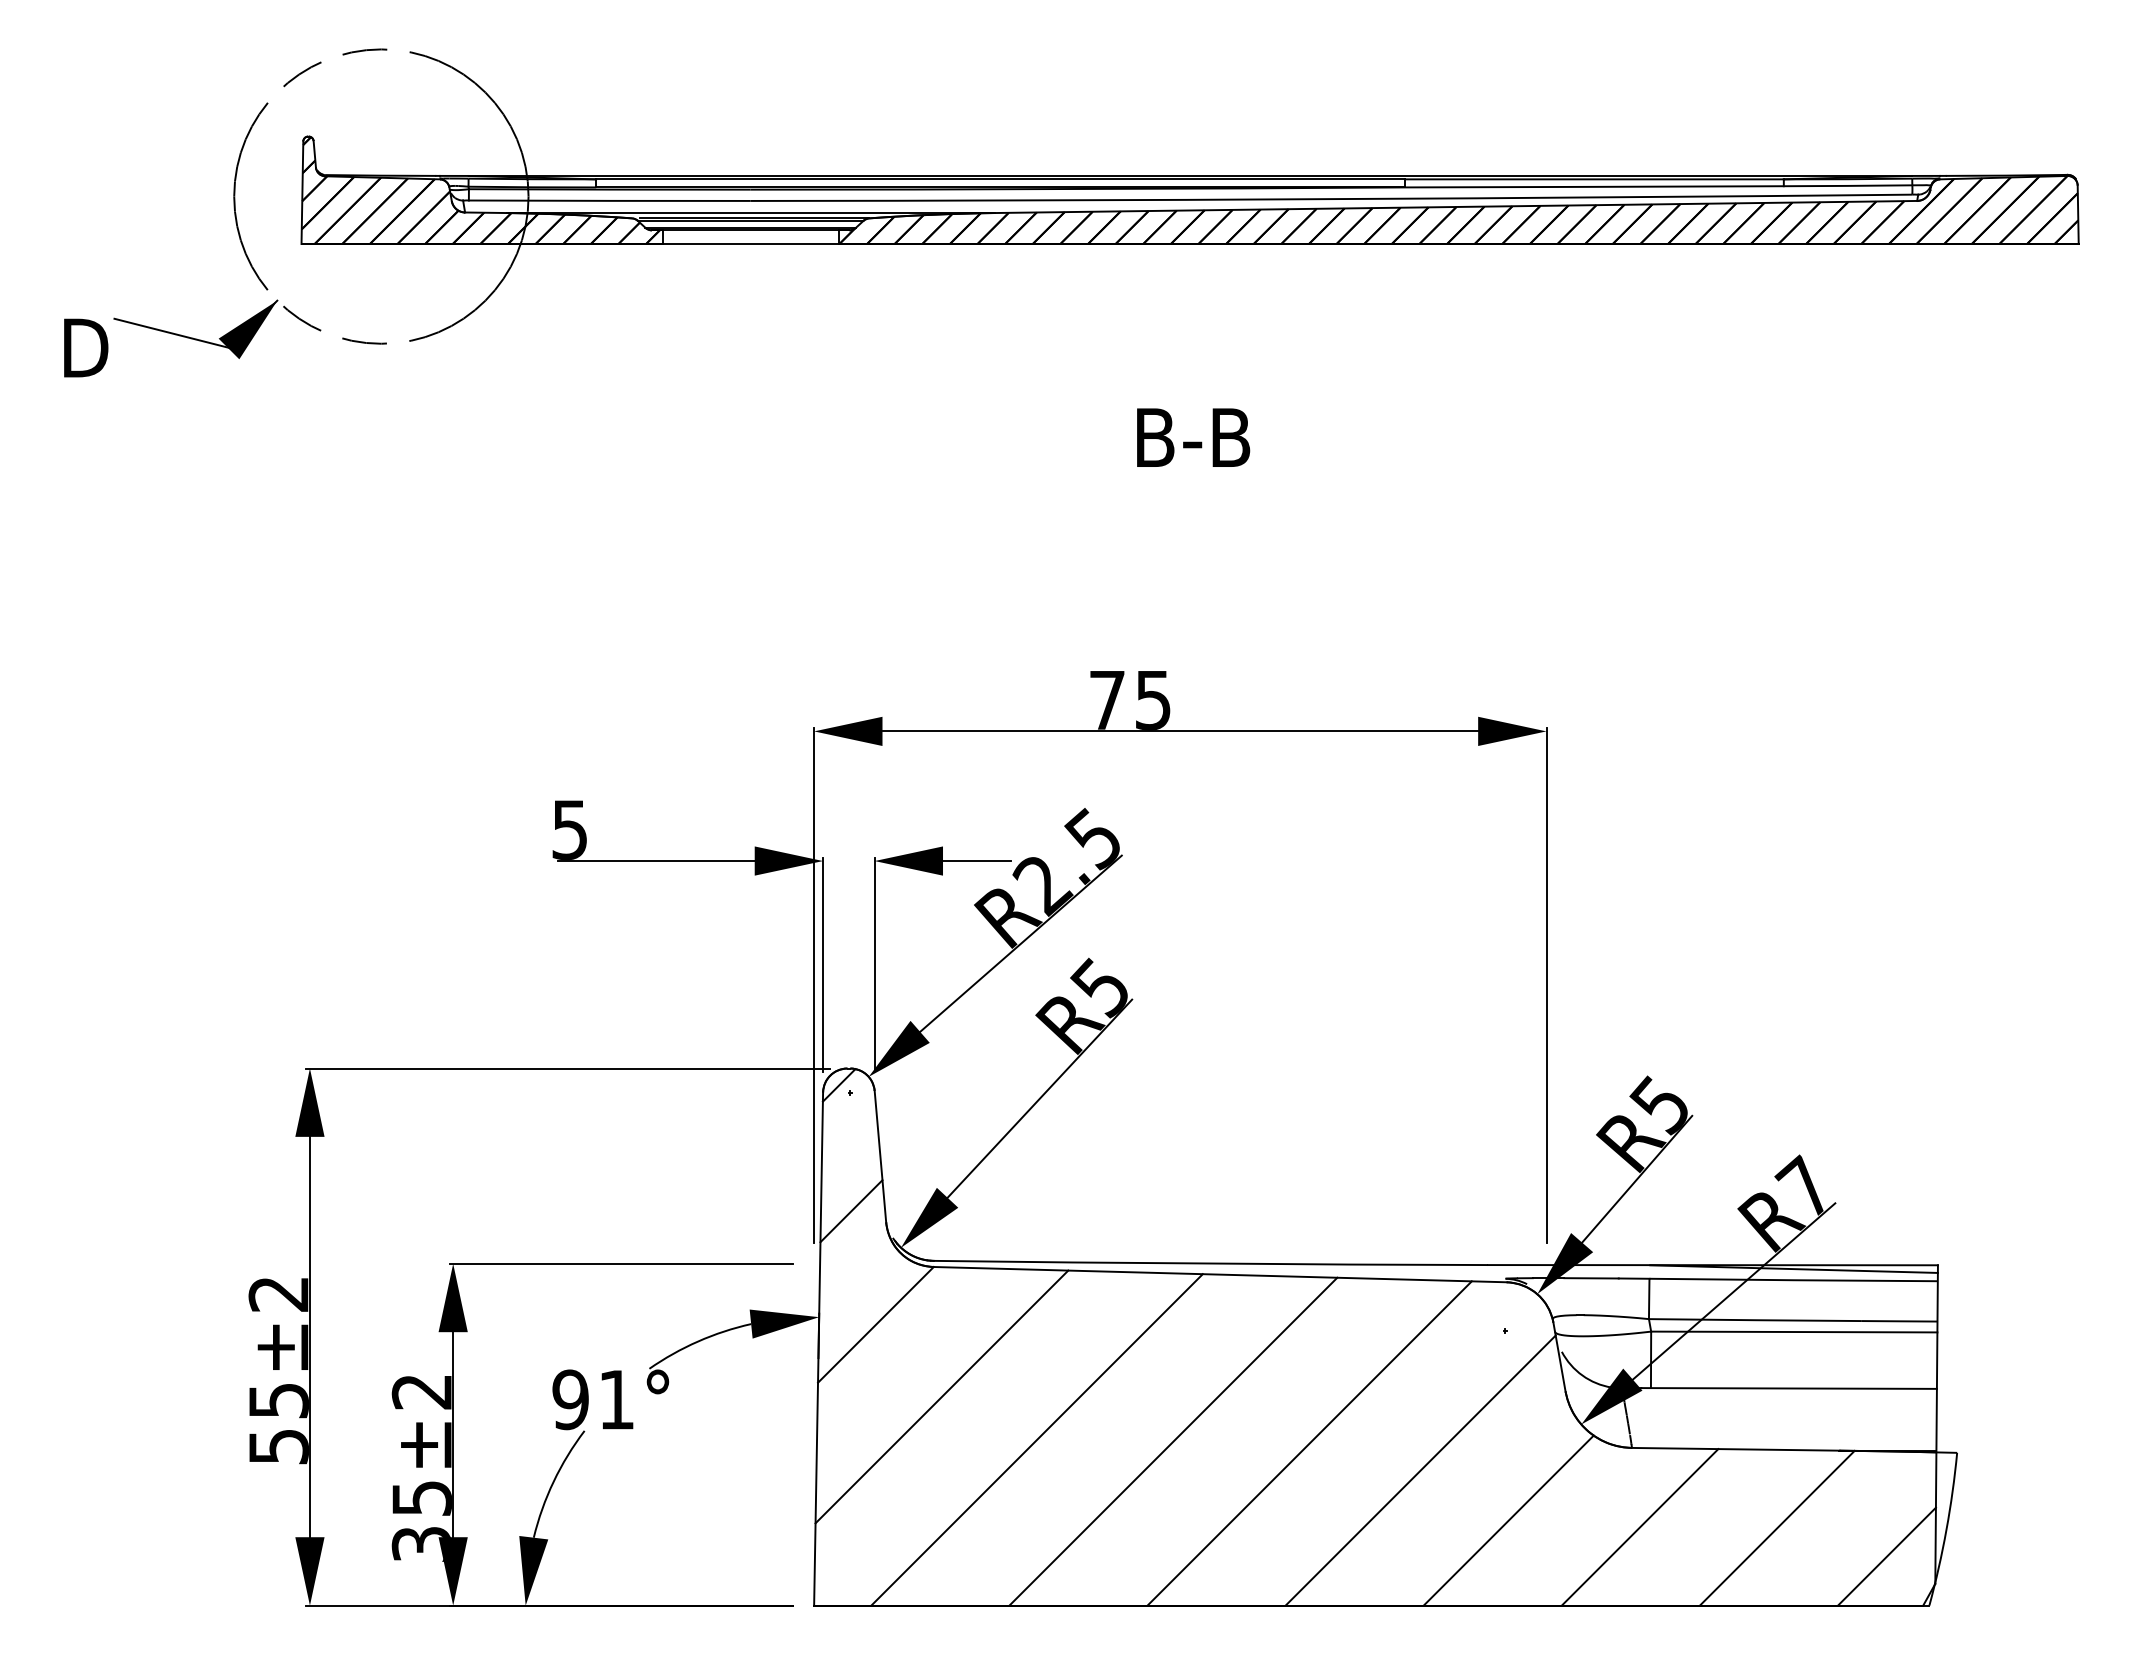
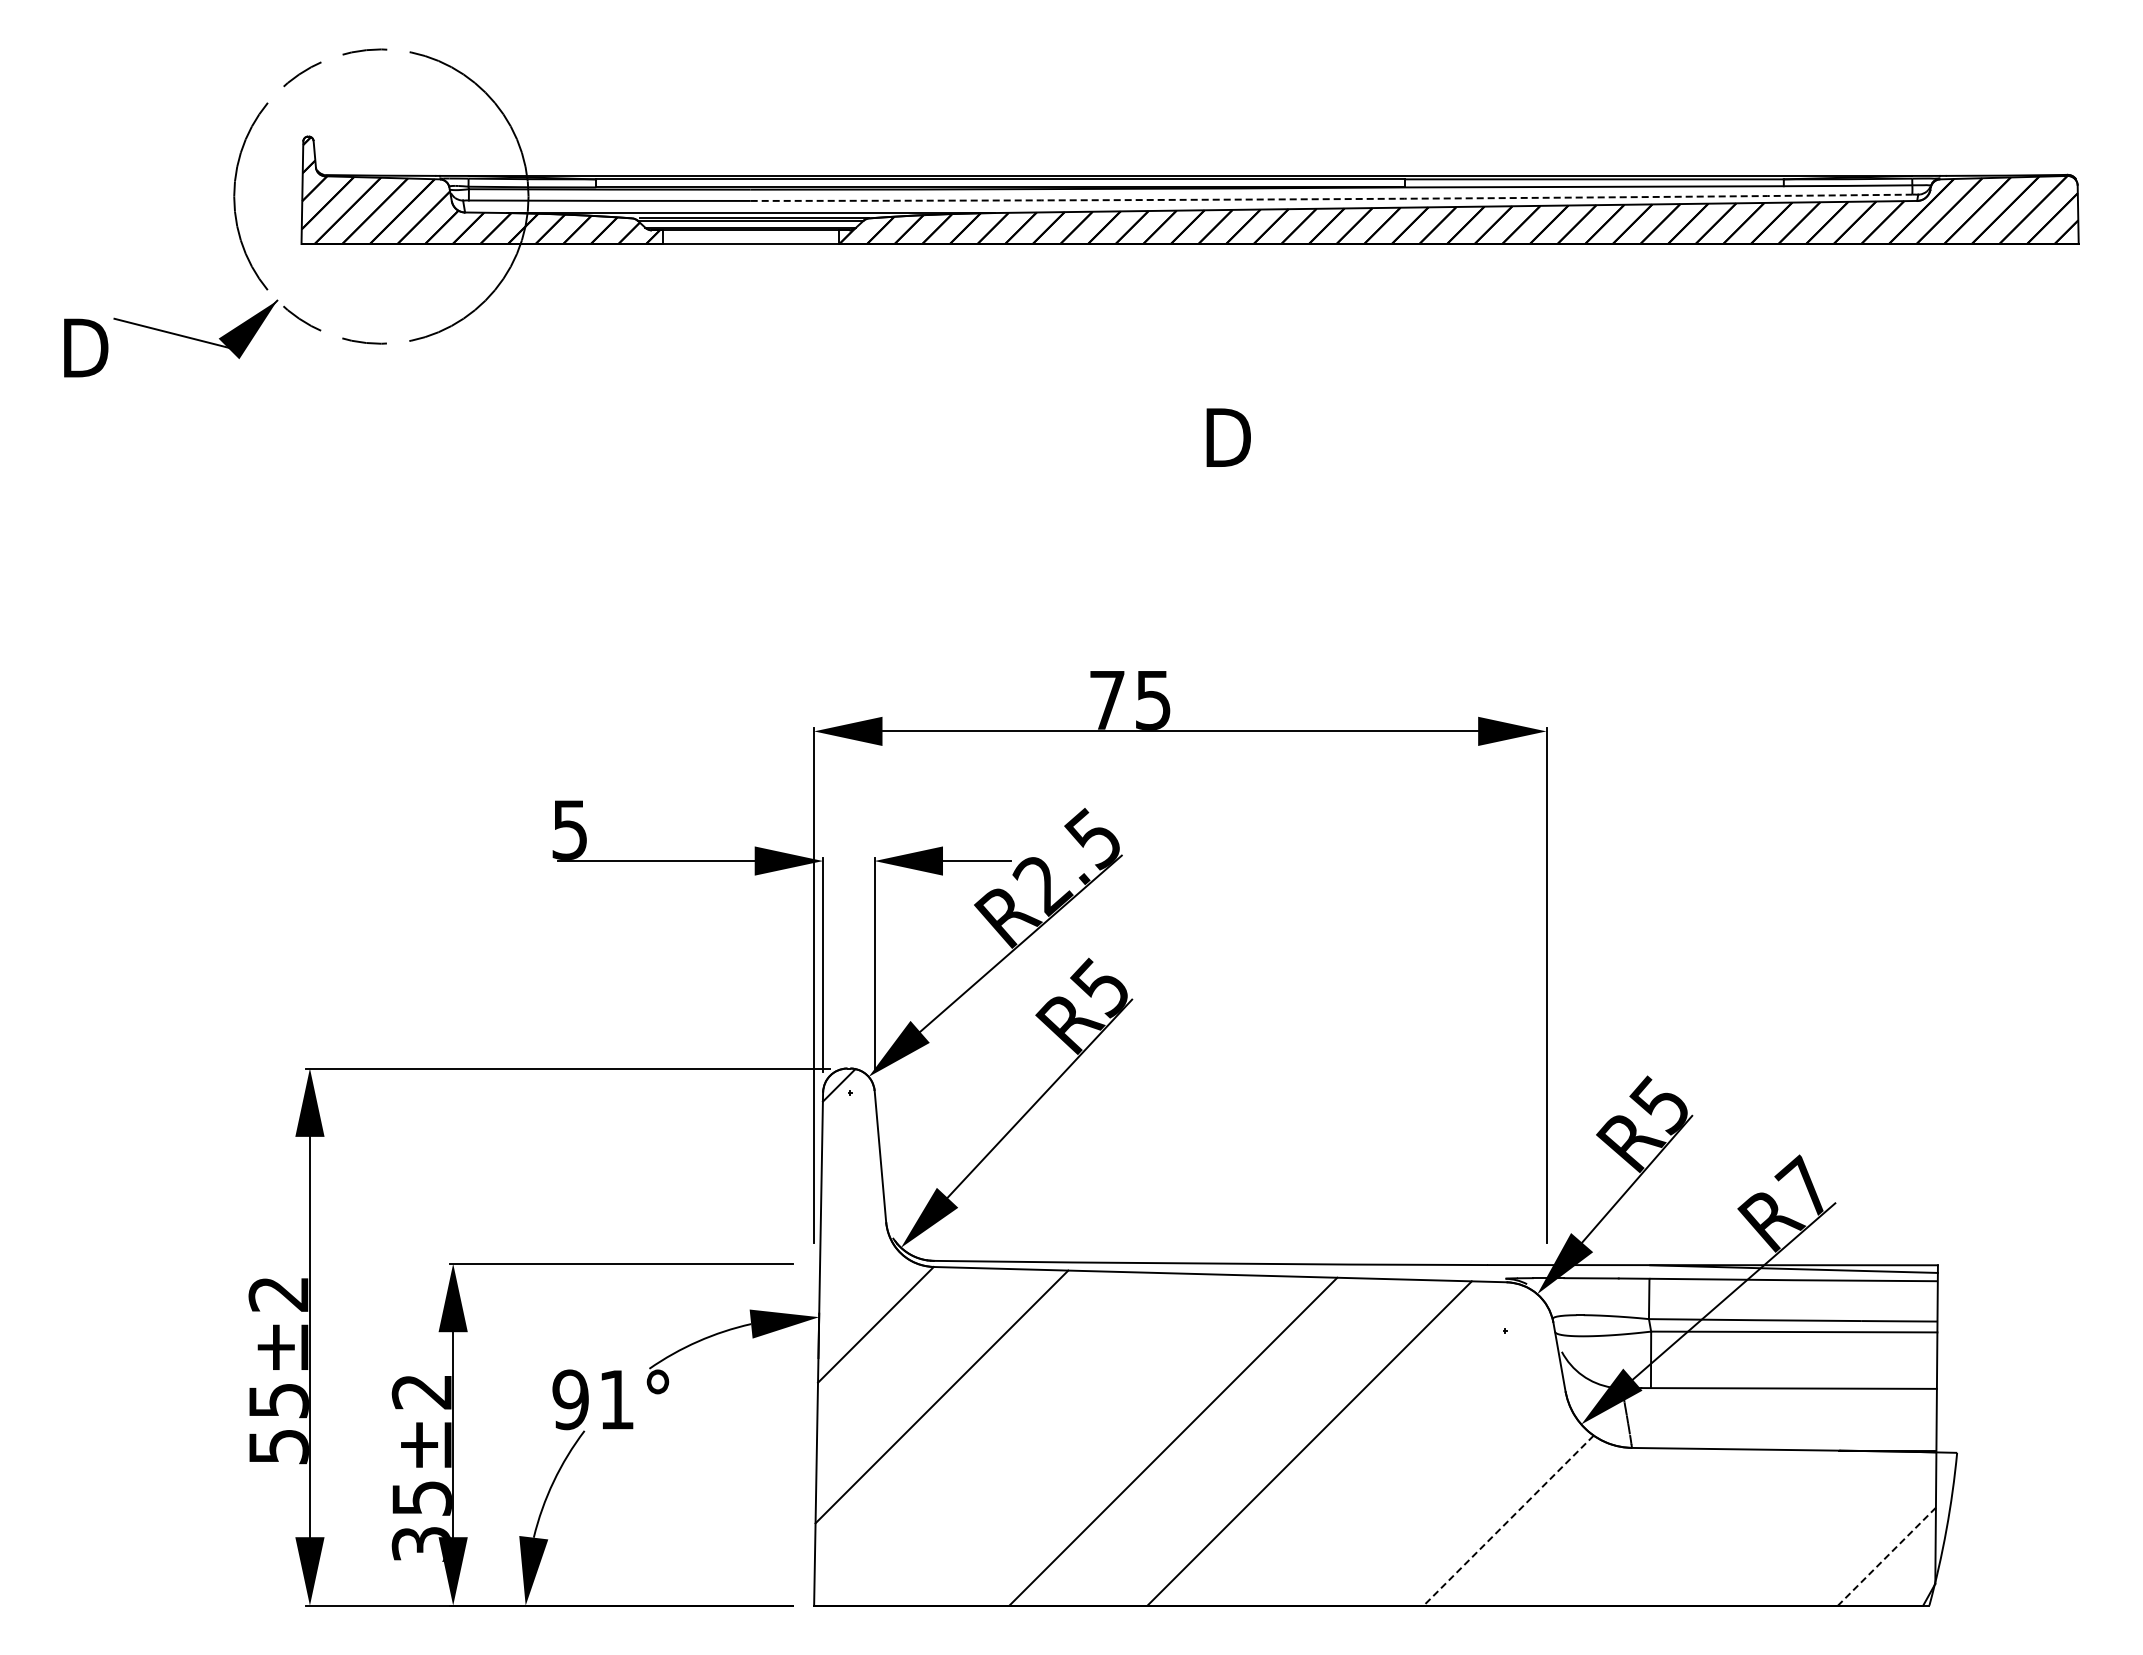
arc at (1331, 199): solid -> dashed
text at (1193, 437): B-B -> D
line at (851, 1211): present -> none
line at (1036, 1439): present -> none
line at (1420, 1470): present -> none
line at (1508, 1520): solid -> dashed
line at (1639, 1527): present -> none
line at (1776, 1527): present -> none
line at (1886, 1556): solid -> dashed
